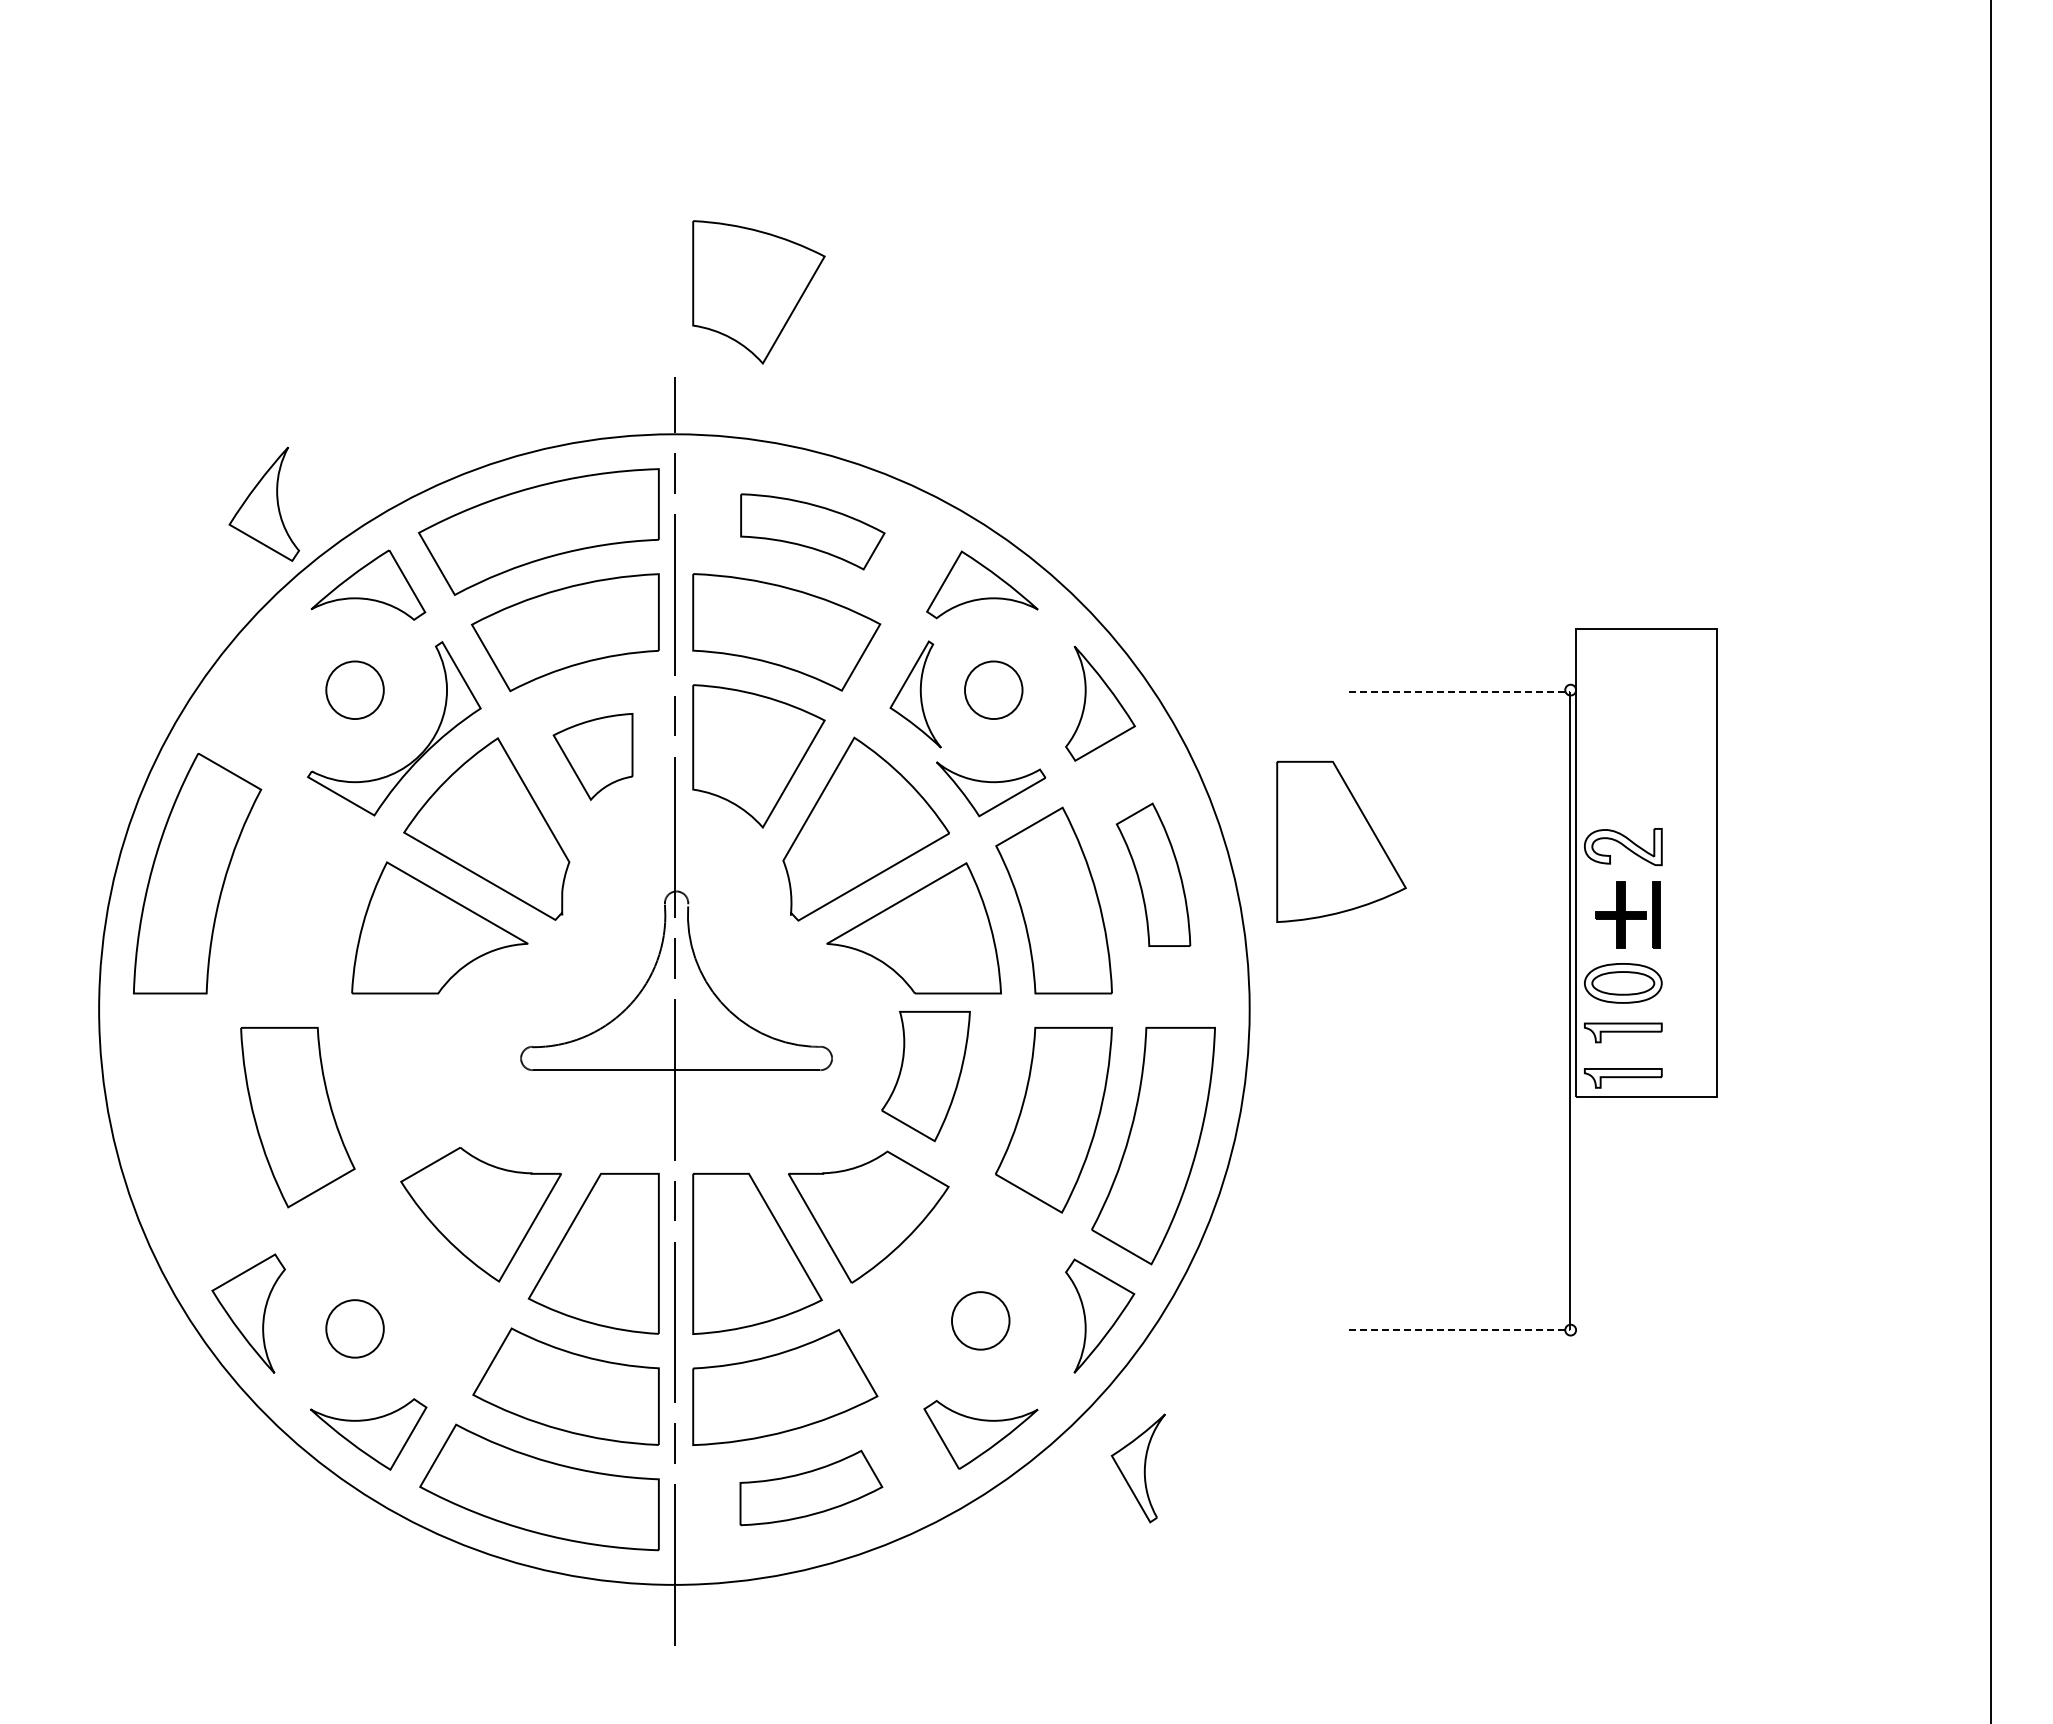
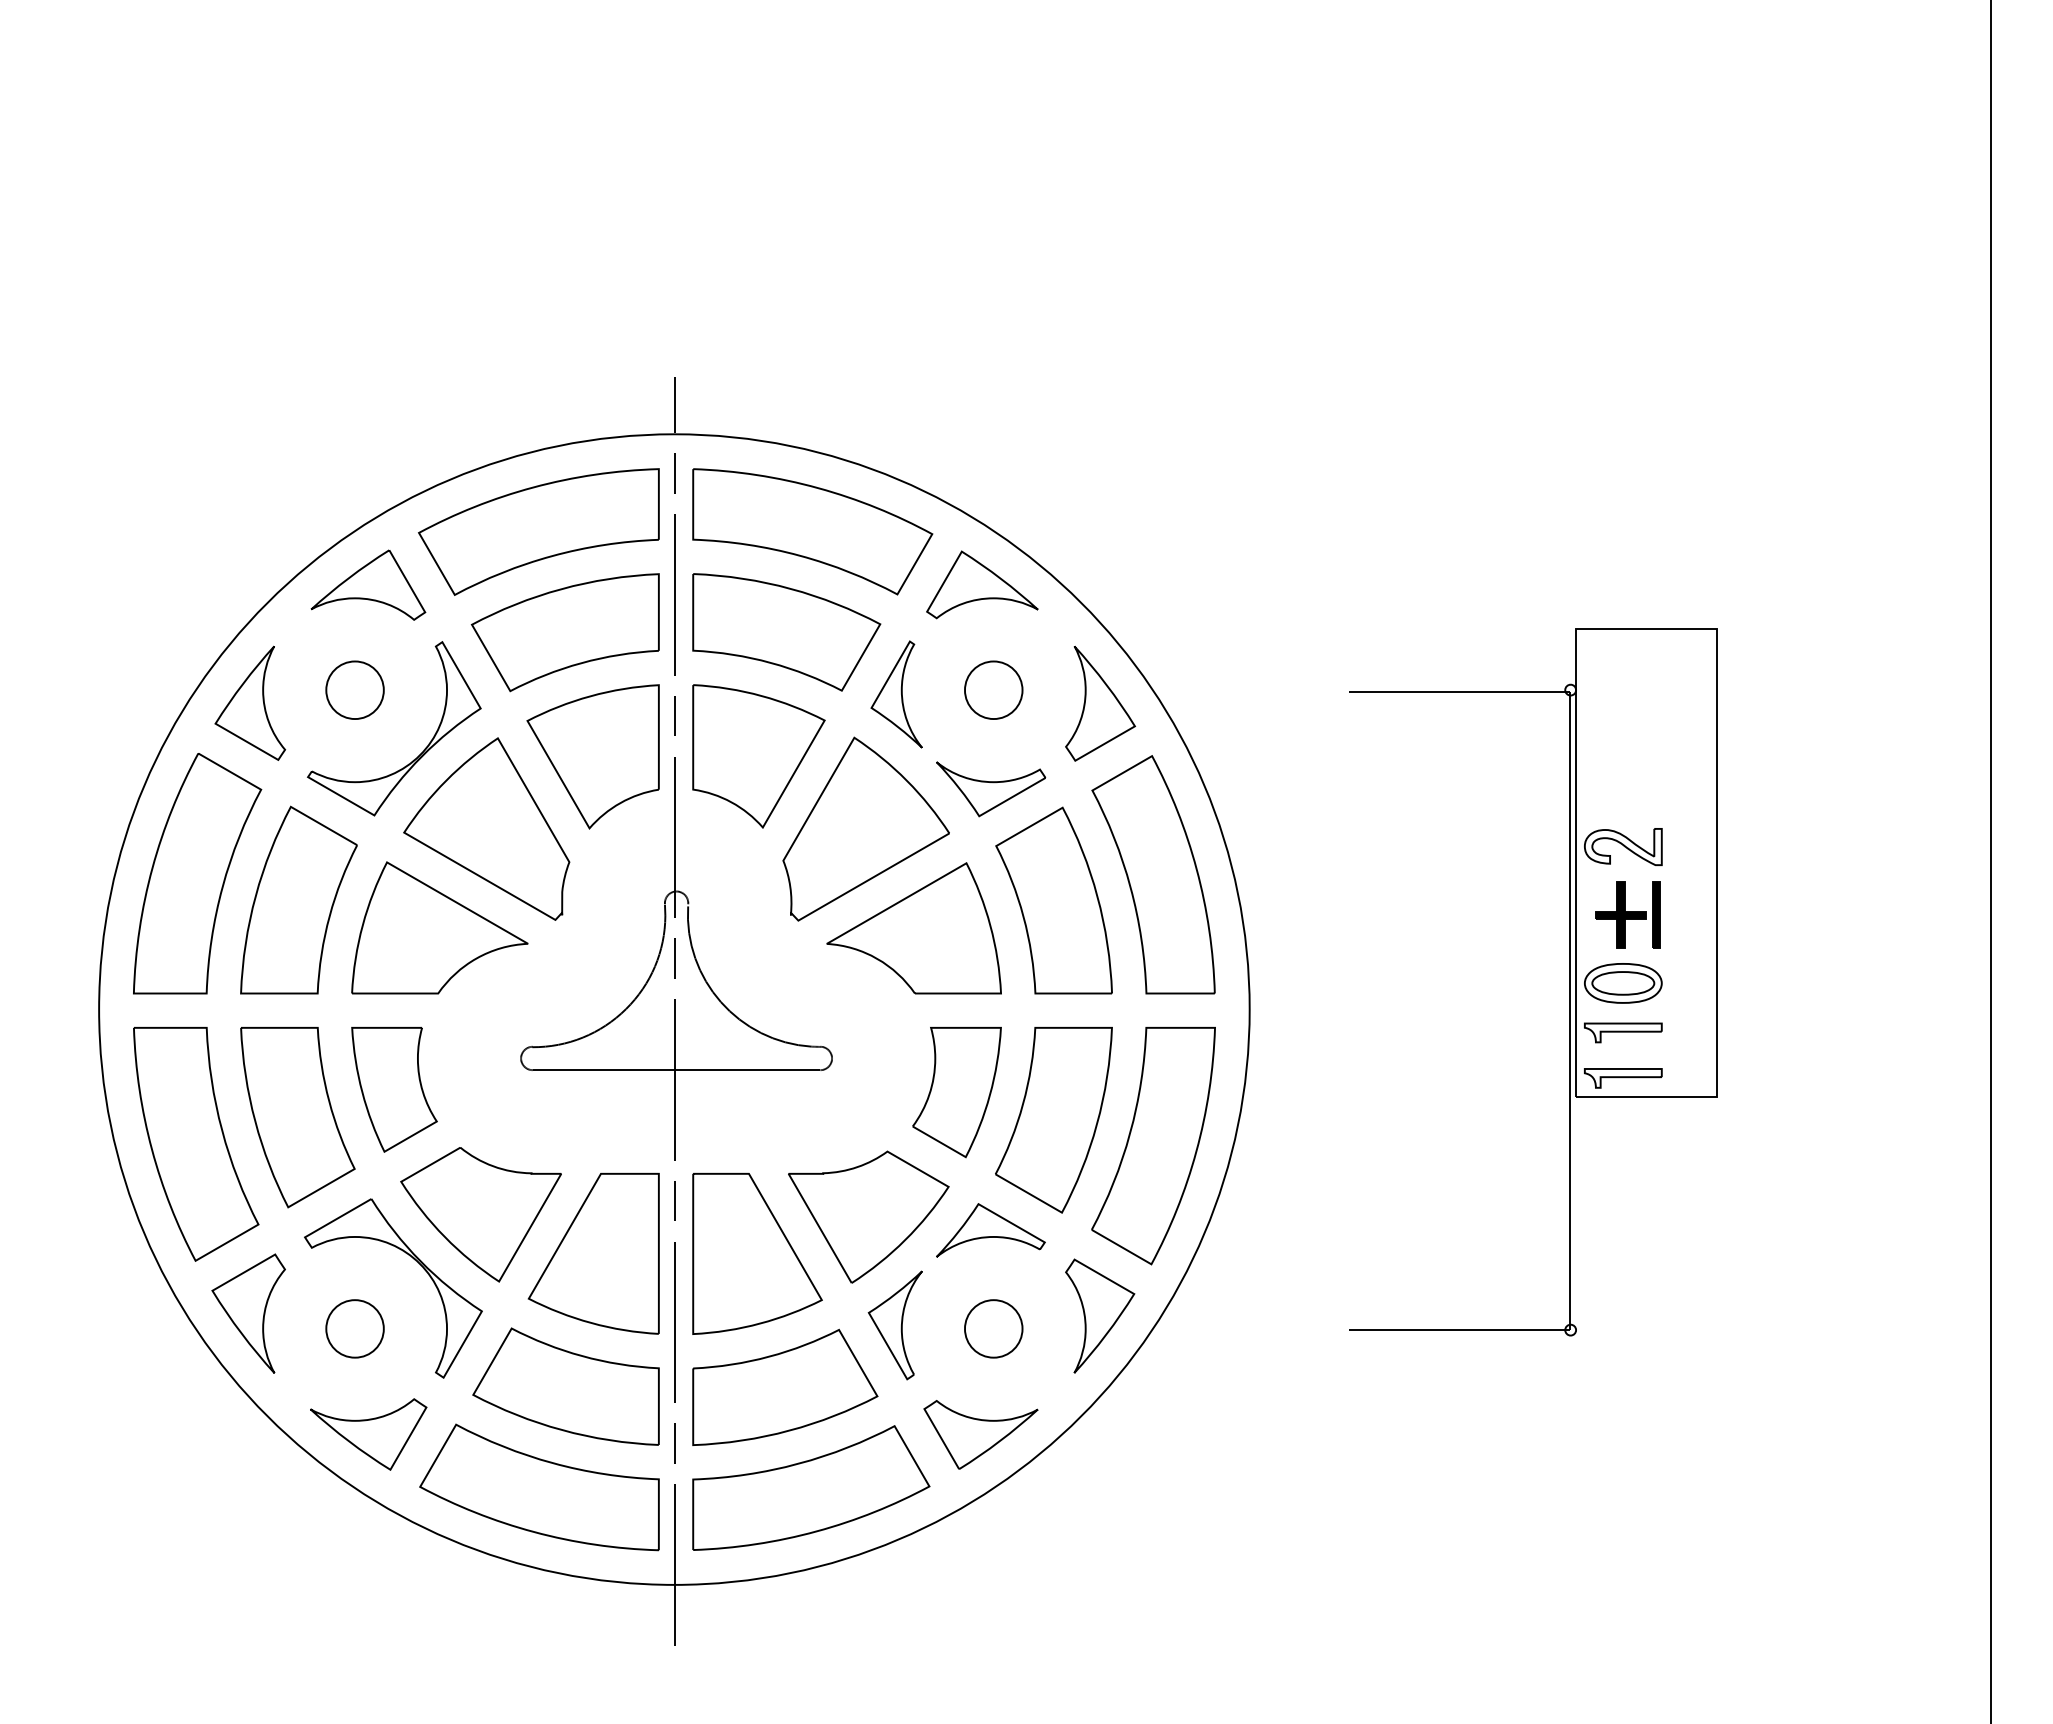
part at (758, 292): present -> none
part at (264, 503) position: (264, 503) -> (250, 702)
part at (812, 531) size: 146x78 px -> 242x128 px
line at (1459, 692): dashed -> solid
part at (915, 694) position: (915, 694) -> (896, 694)
part at (592, 757) size: 82x89 px -> 134x146 px
part at (1341, 841): present -> none
part at (1153, 874) size: 77x145 px -> 125x240 px
part at (298, 899): none -> present
part at (925, 1076) position: (925, 1076) -> (956, 1092)
part at (394, 1089): none -> present
part at (196, 1144): none -> present
part at (990, 1230): none -> present
part at (414, 1260): none -> present
part at (980, 1320) position: (980, 1320) -> (993, 1328)
line at (1459, 1330): dashed -> solid
part at (1137, 1468) position: (1137, 1468) -> (894, 1325)
part at (811, 1487) size: 145x78 px -> 239x126 px
